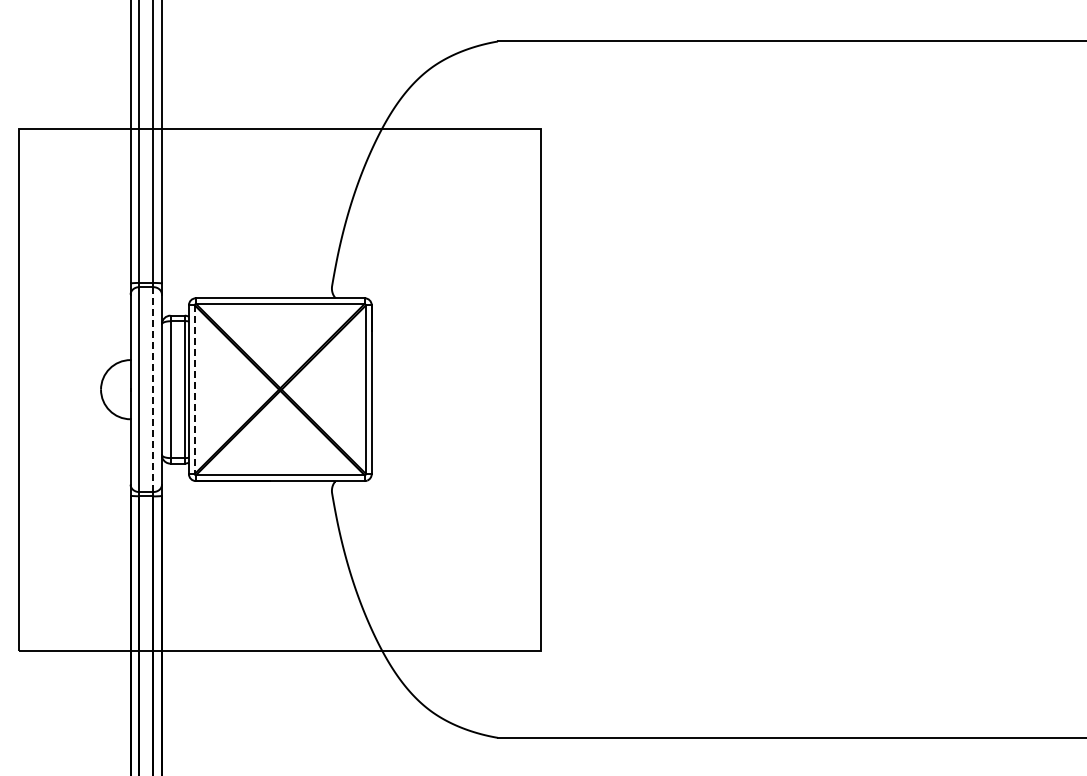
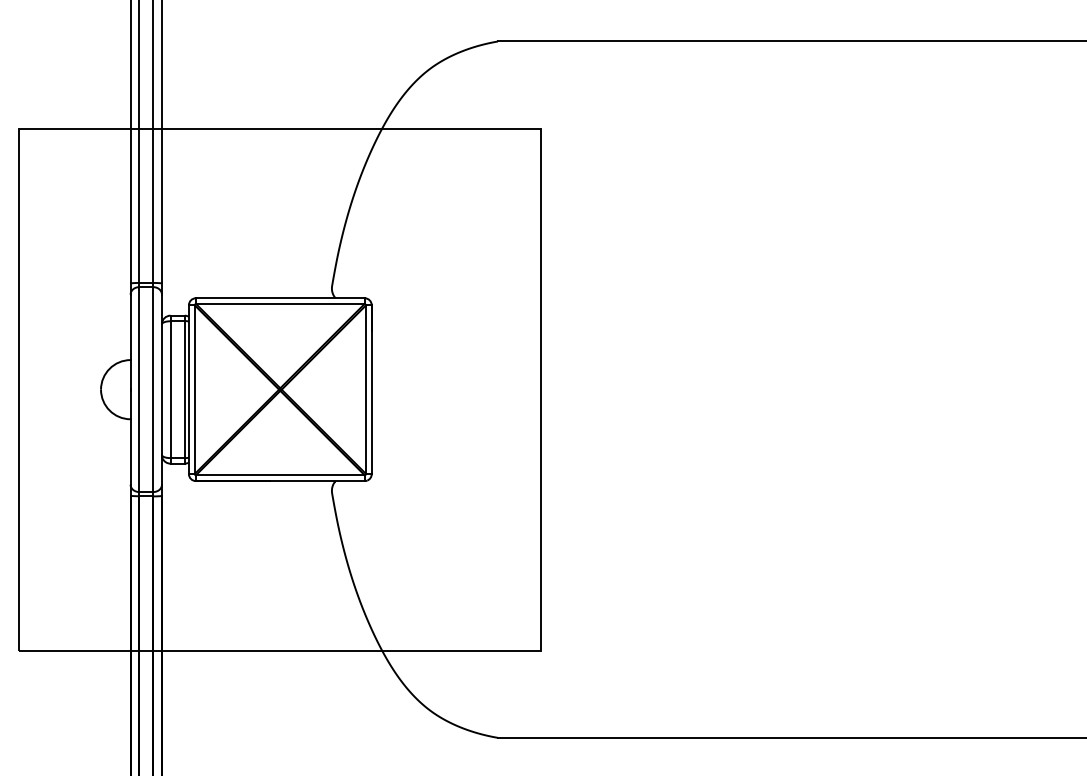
line at (153, 390): dashed -> solid
line at (194, 390): dashed -> solid
